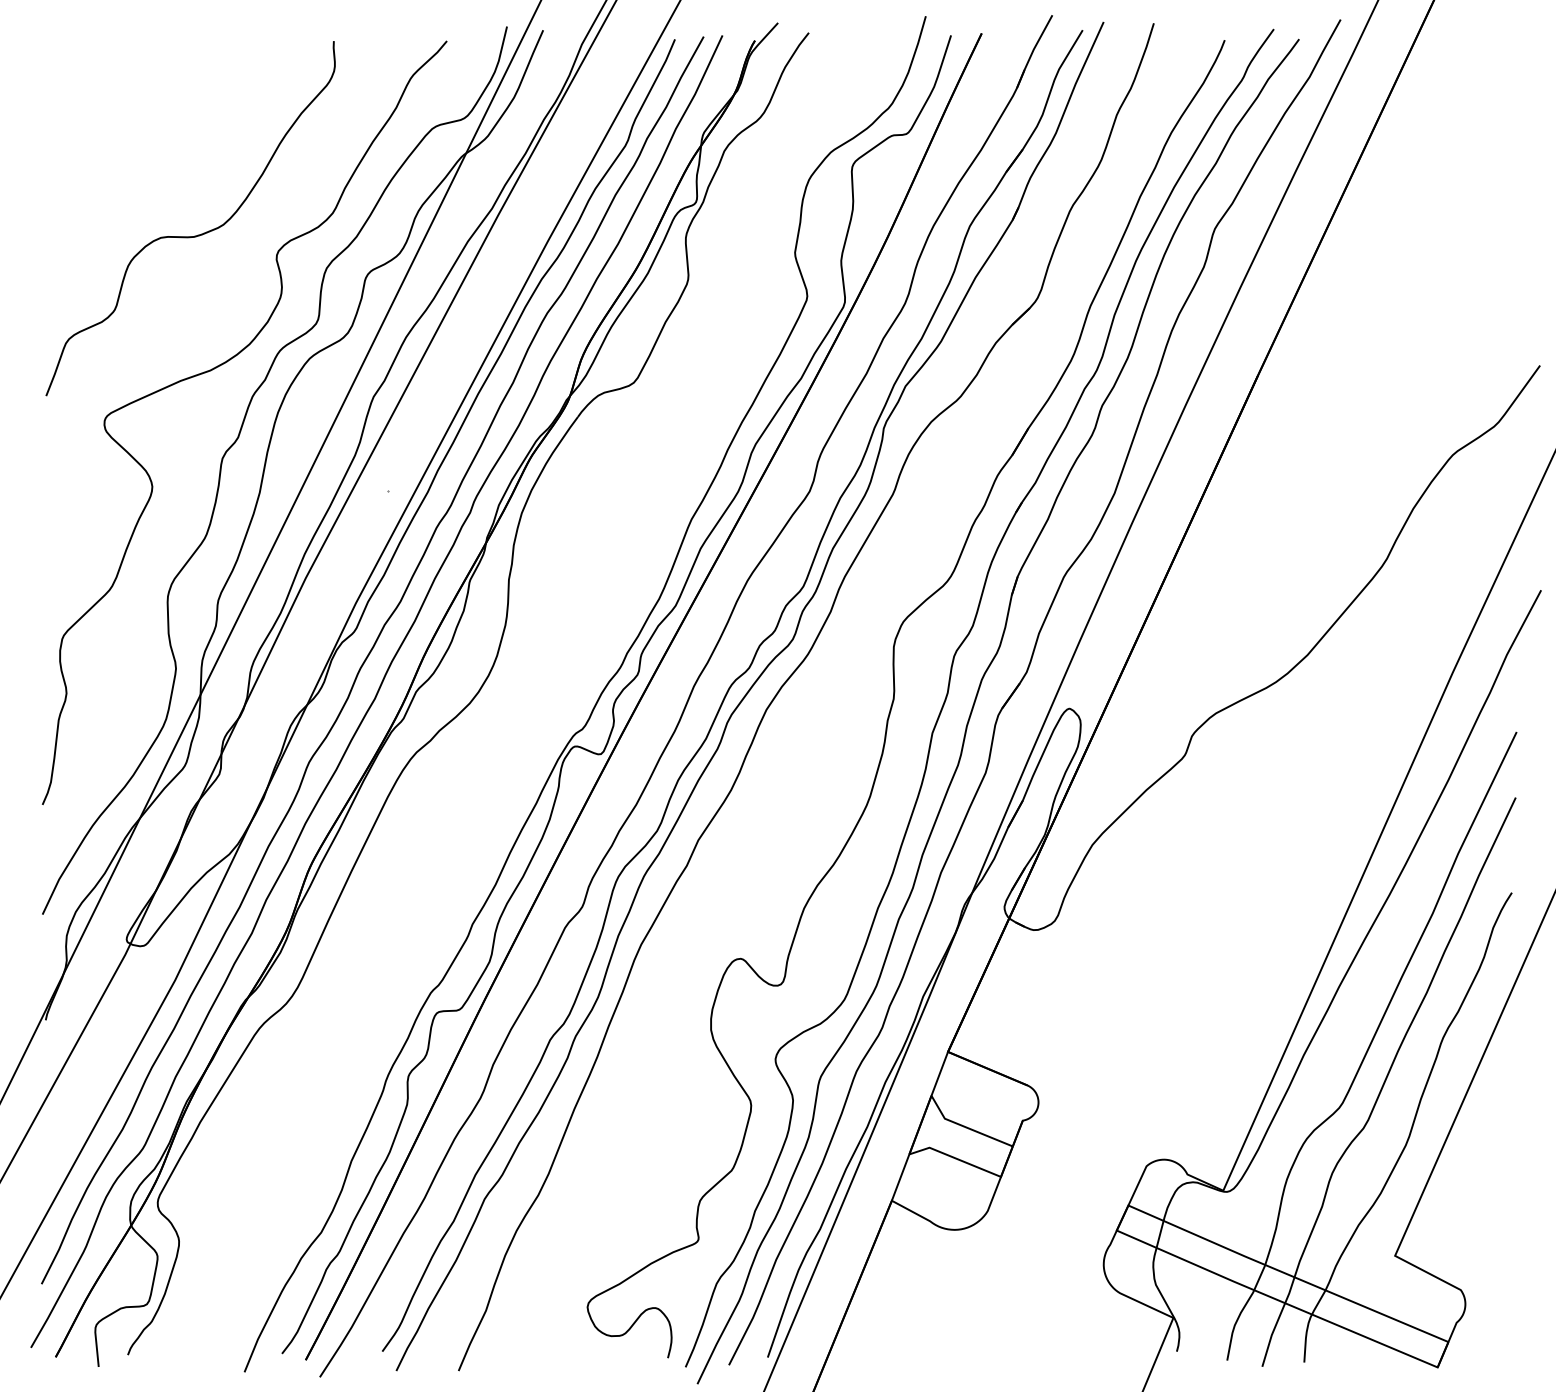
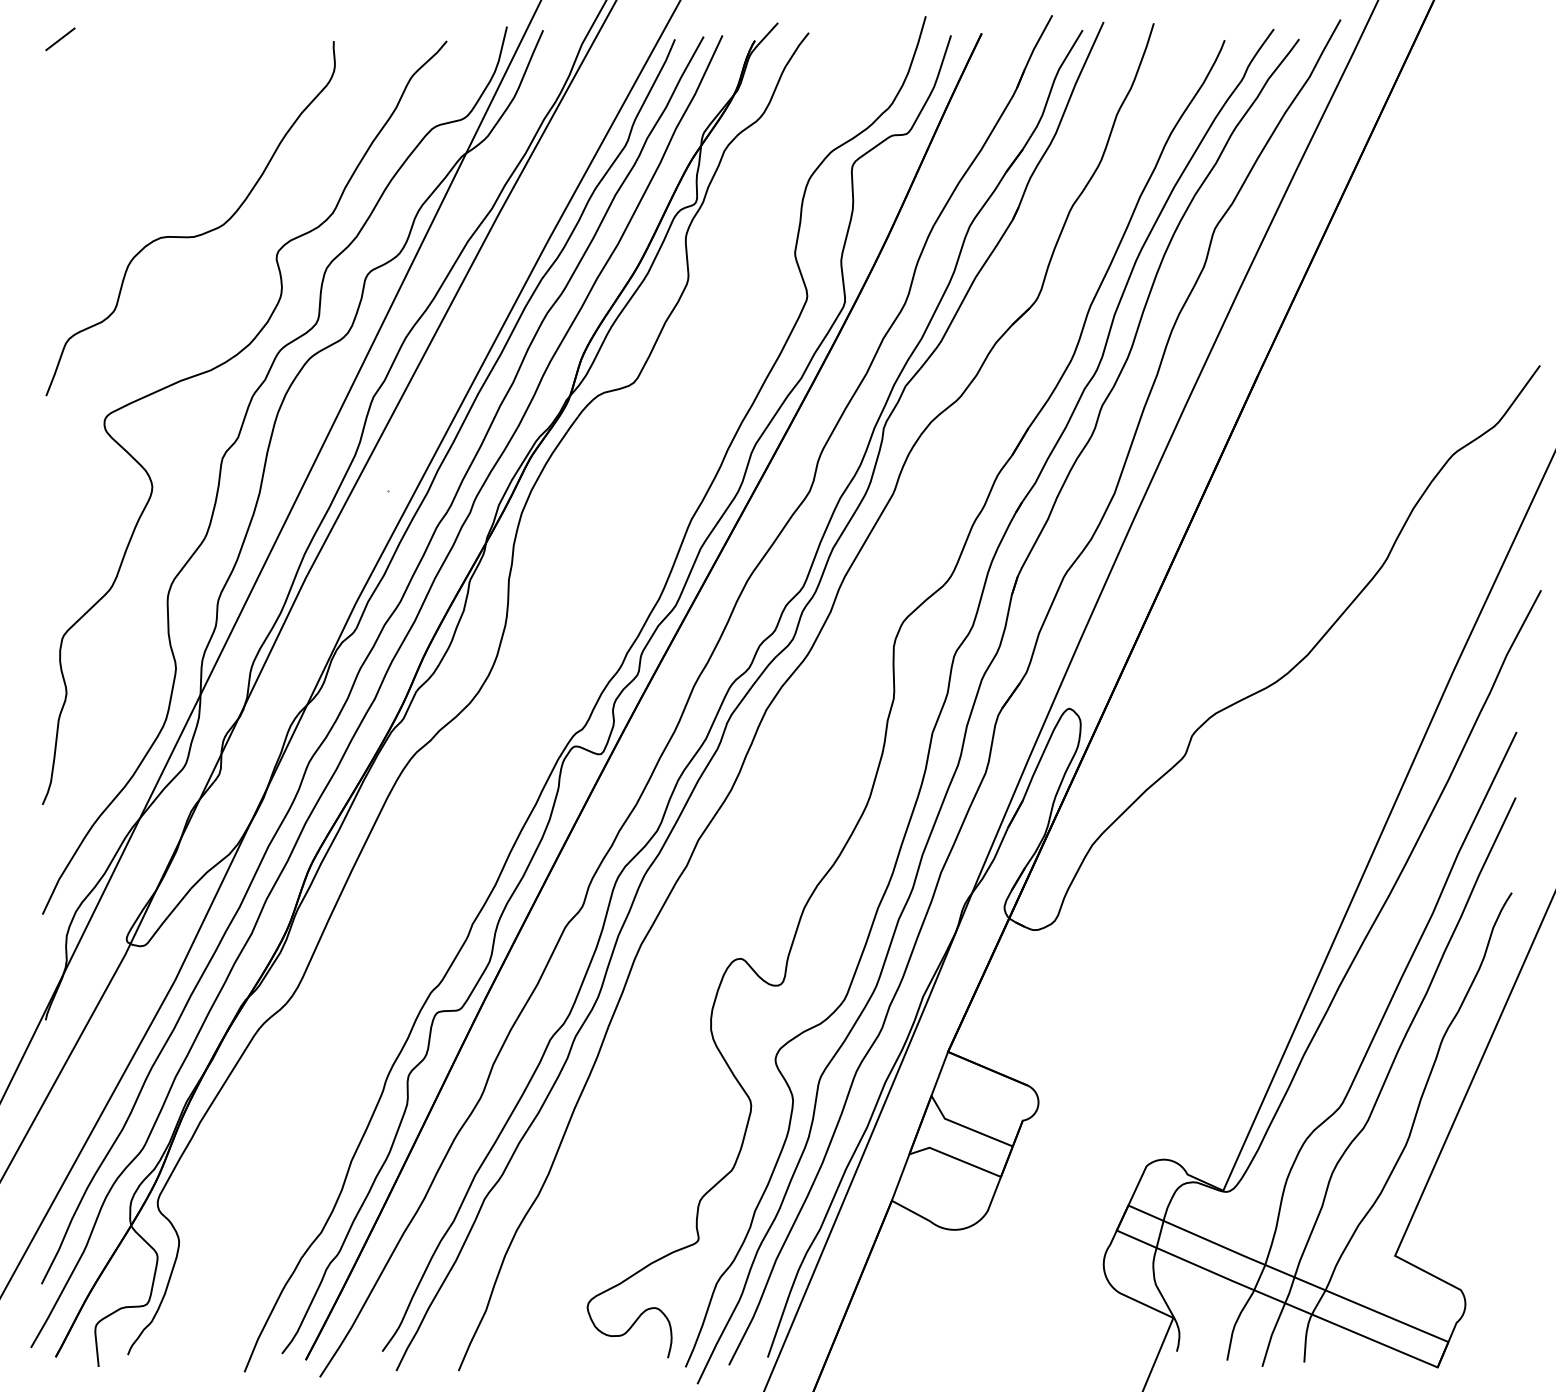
line at (60, 39): none -> present
